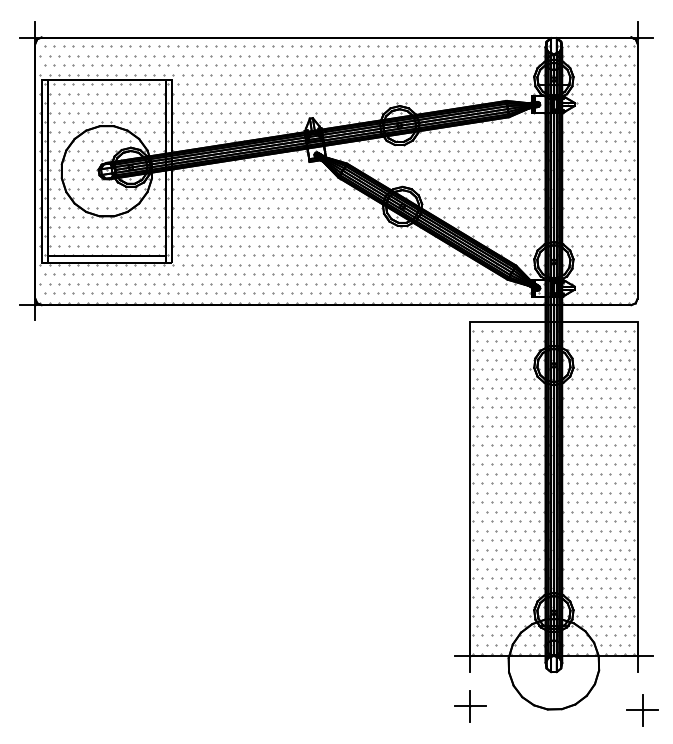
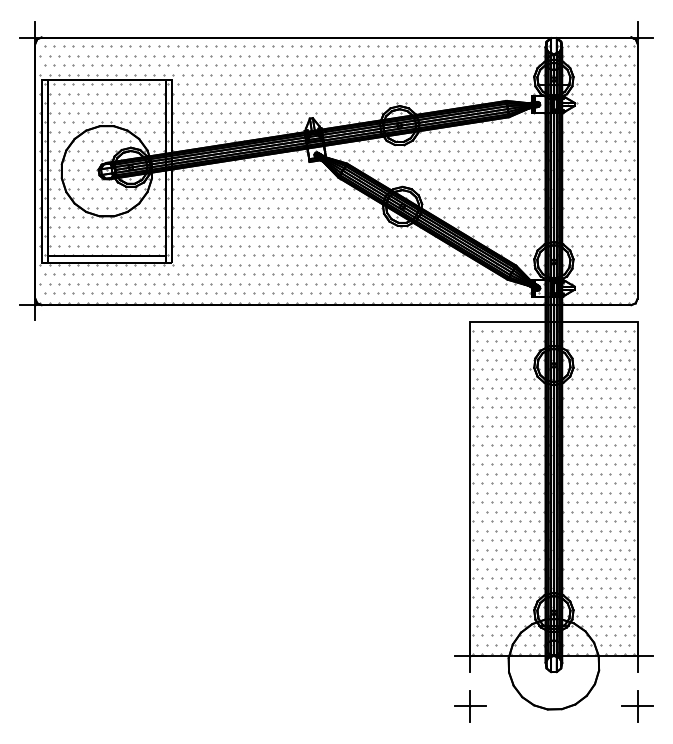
part at (642, 710) position: (642, 710) -> (637, 706)
